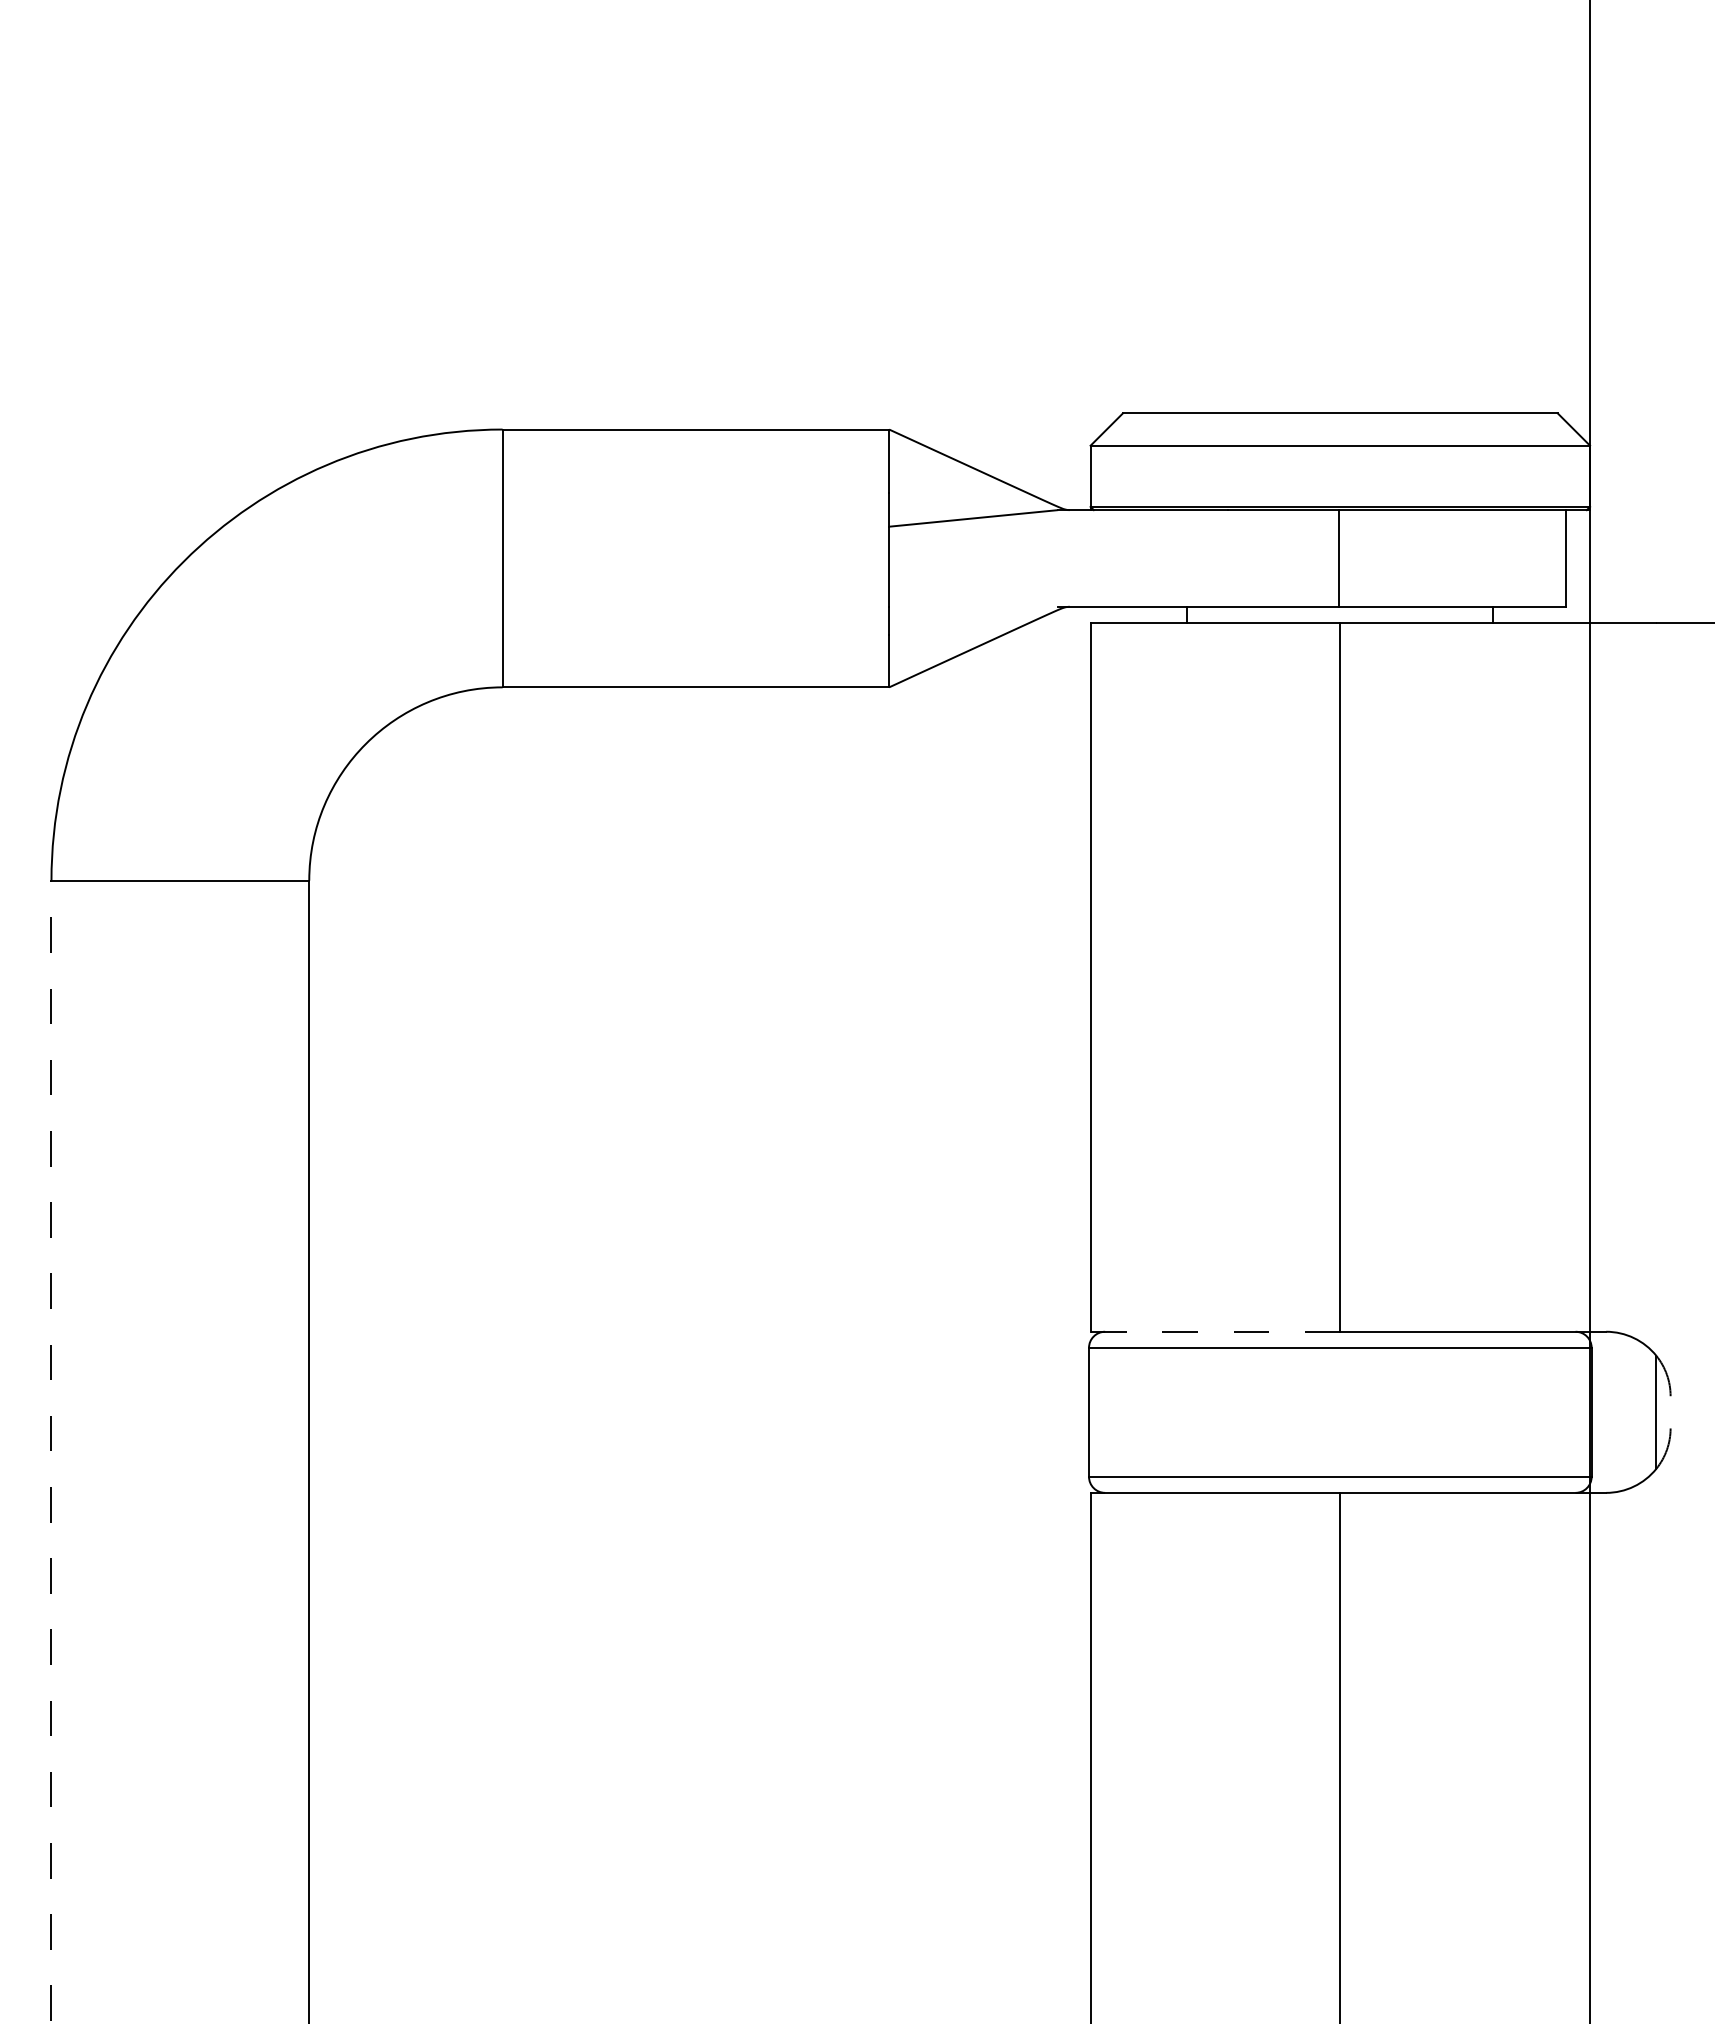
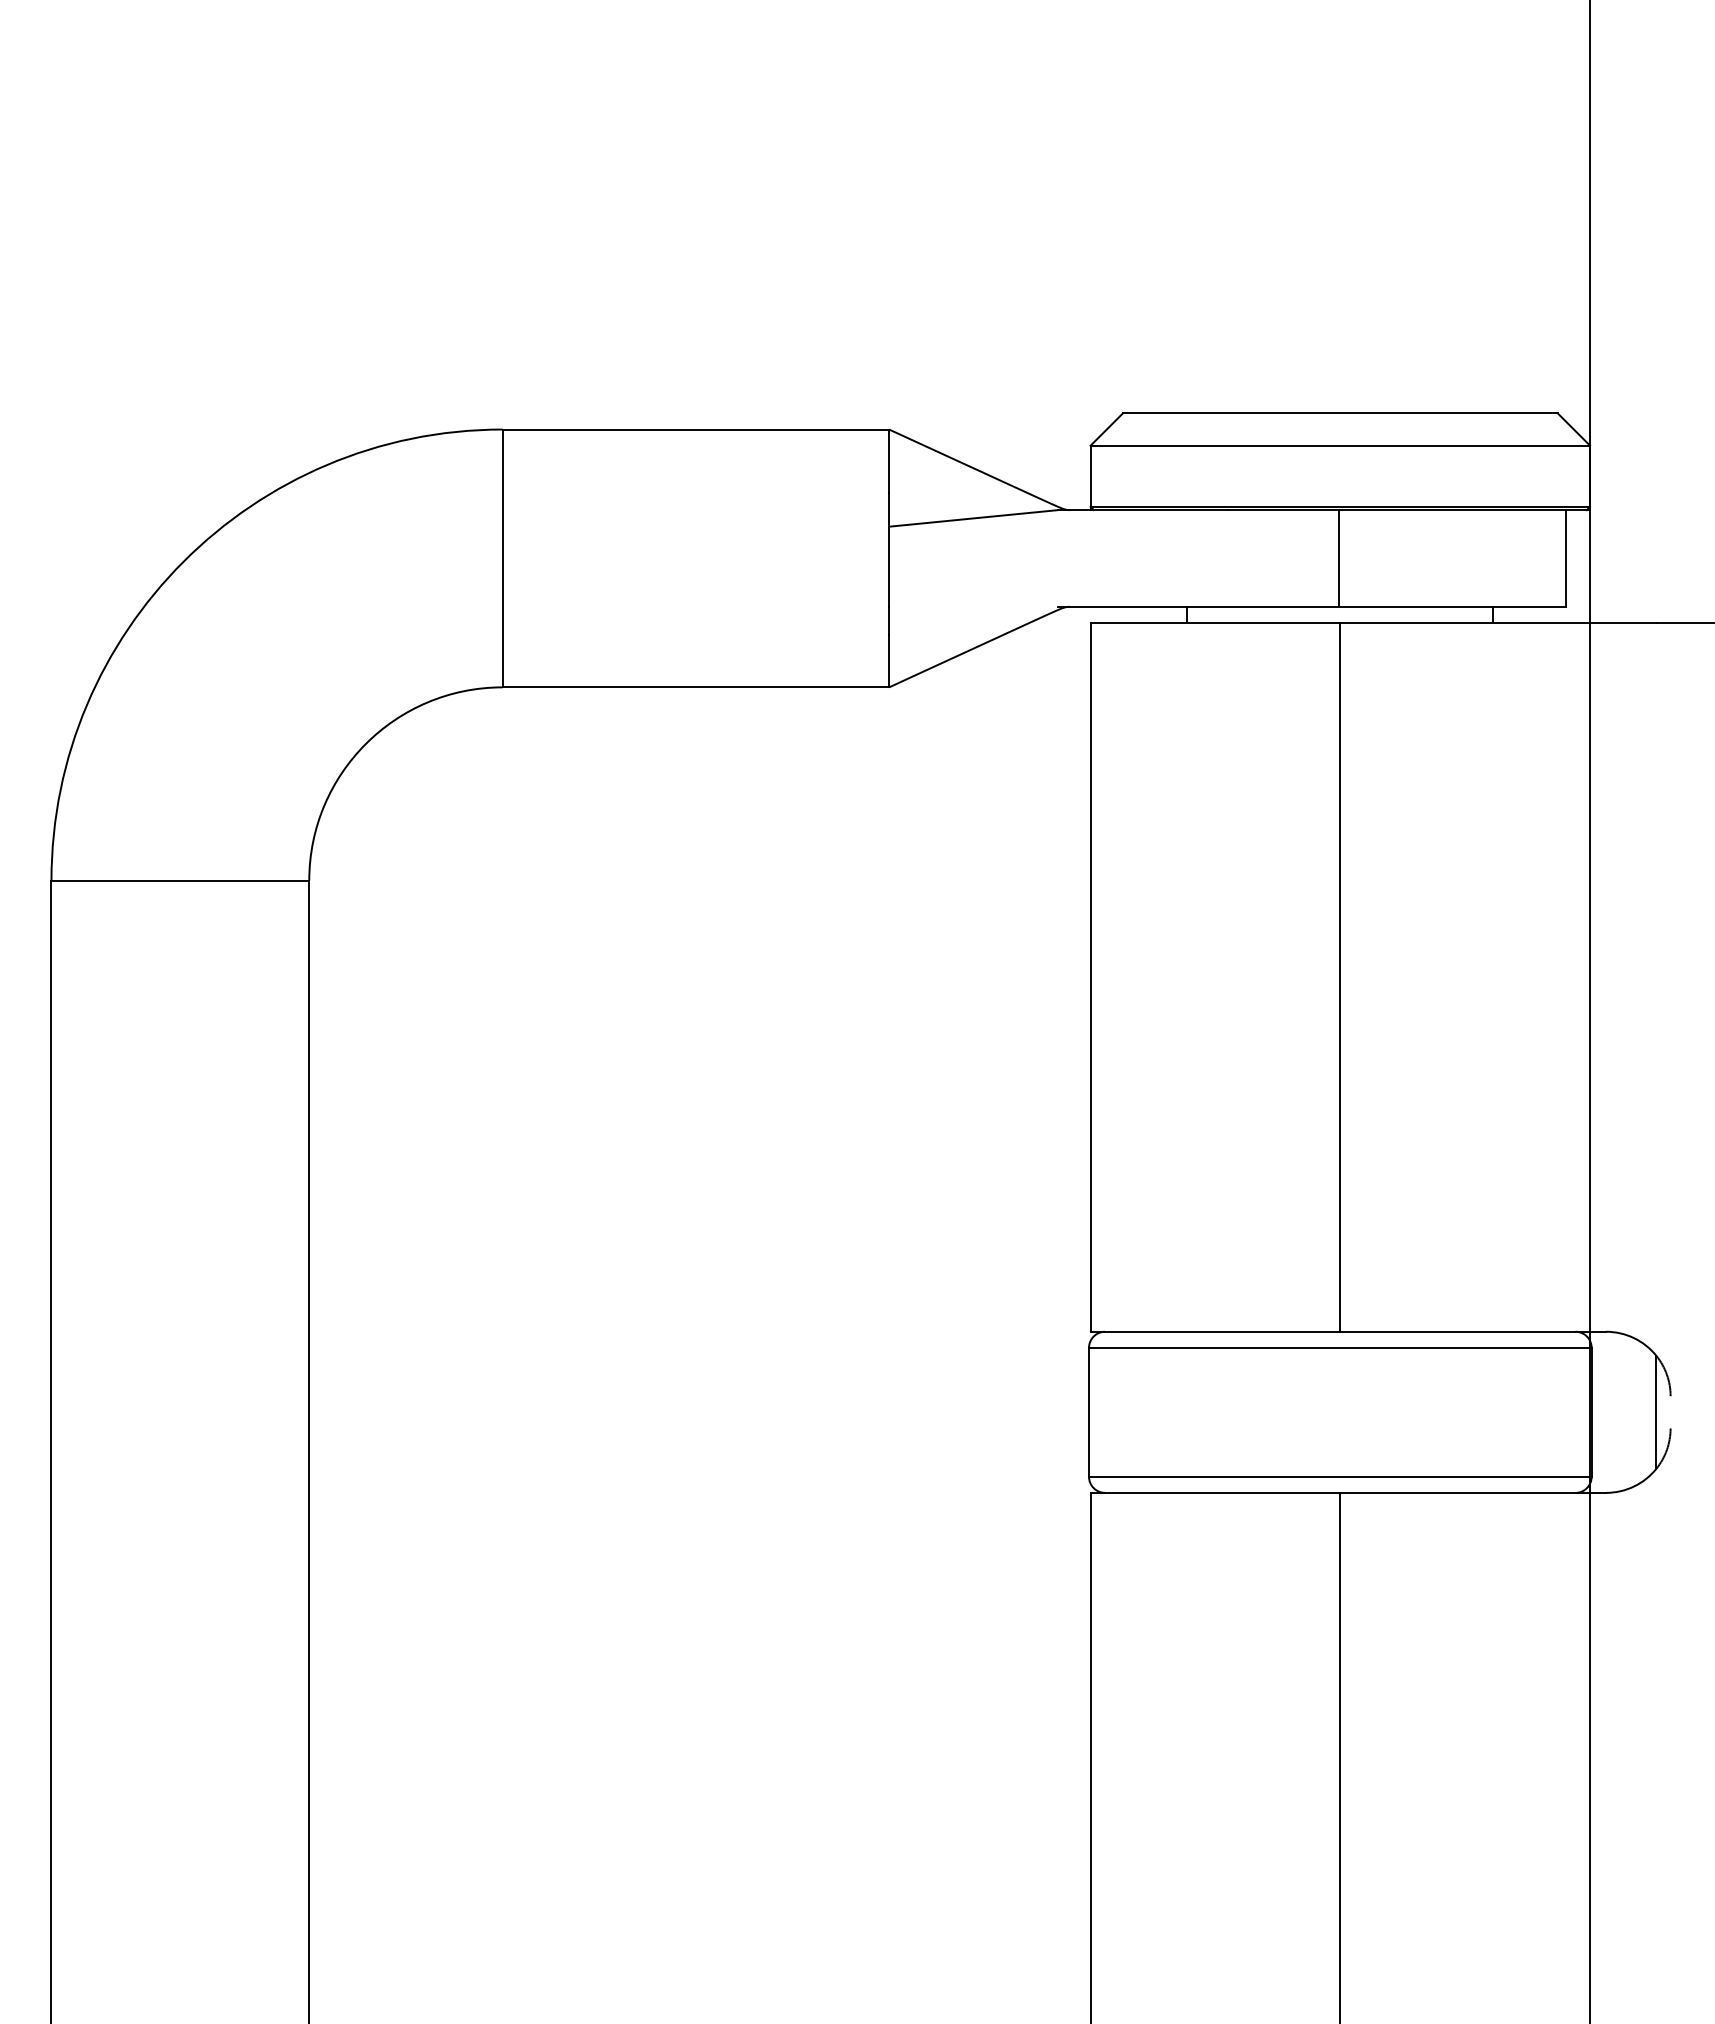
line at (1215, 1331): dashed -> solid
line at (51, 1451): dashed -> solid
